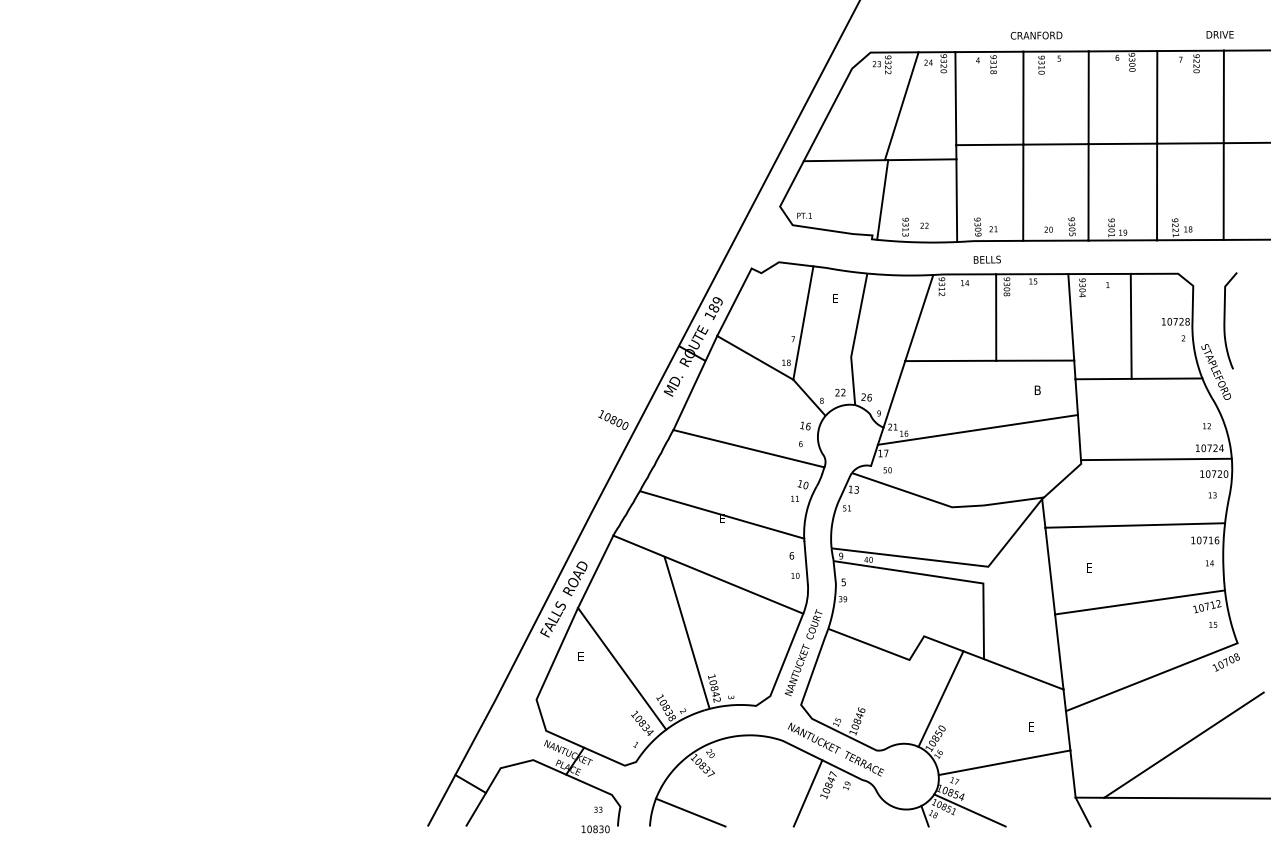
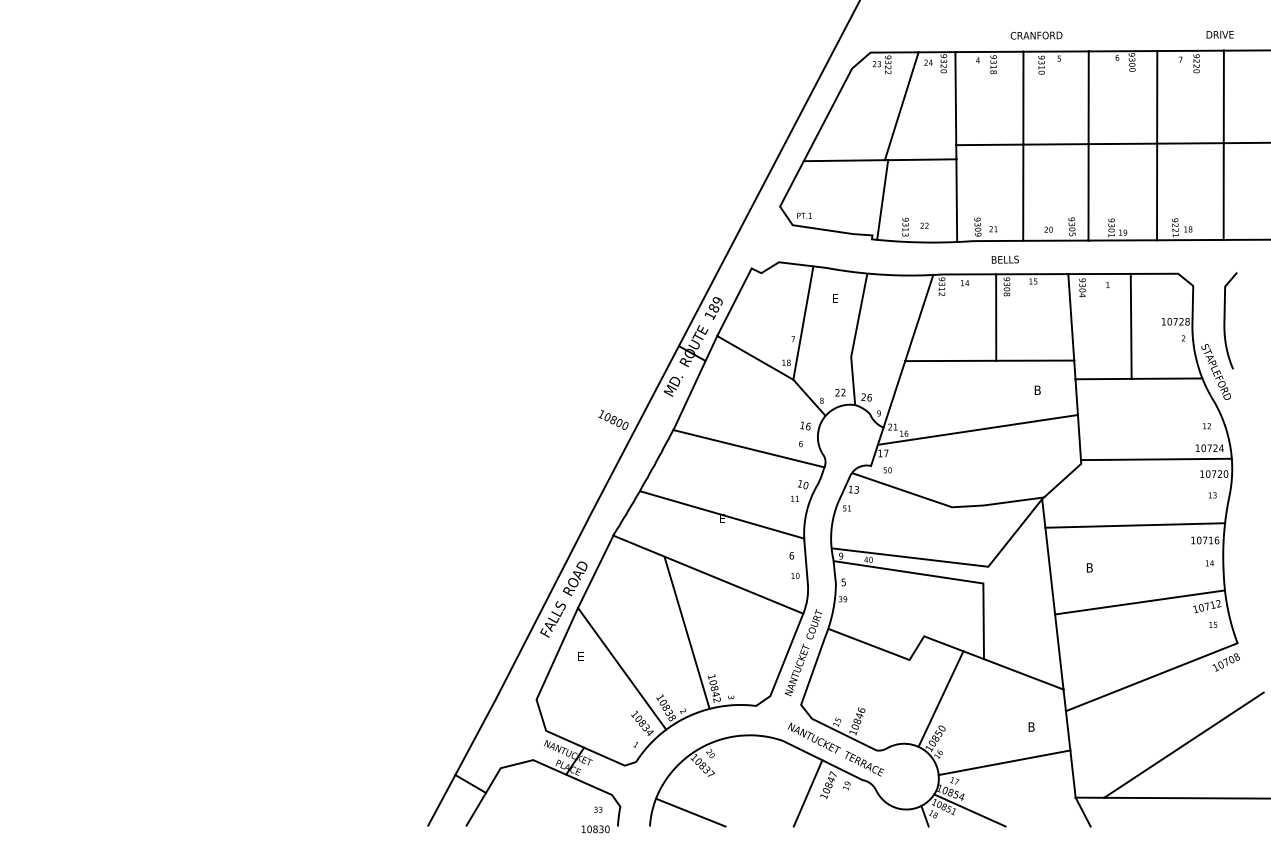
text at (986, 259) position: (986, 259) -> (1004, 259)
text at (1089, 567): E -> B
text at (1031, 726): E -> B
